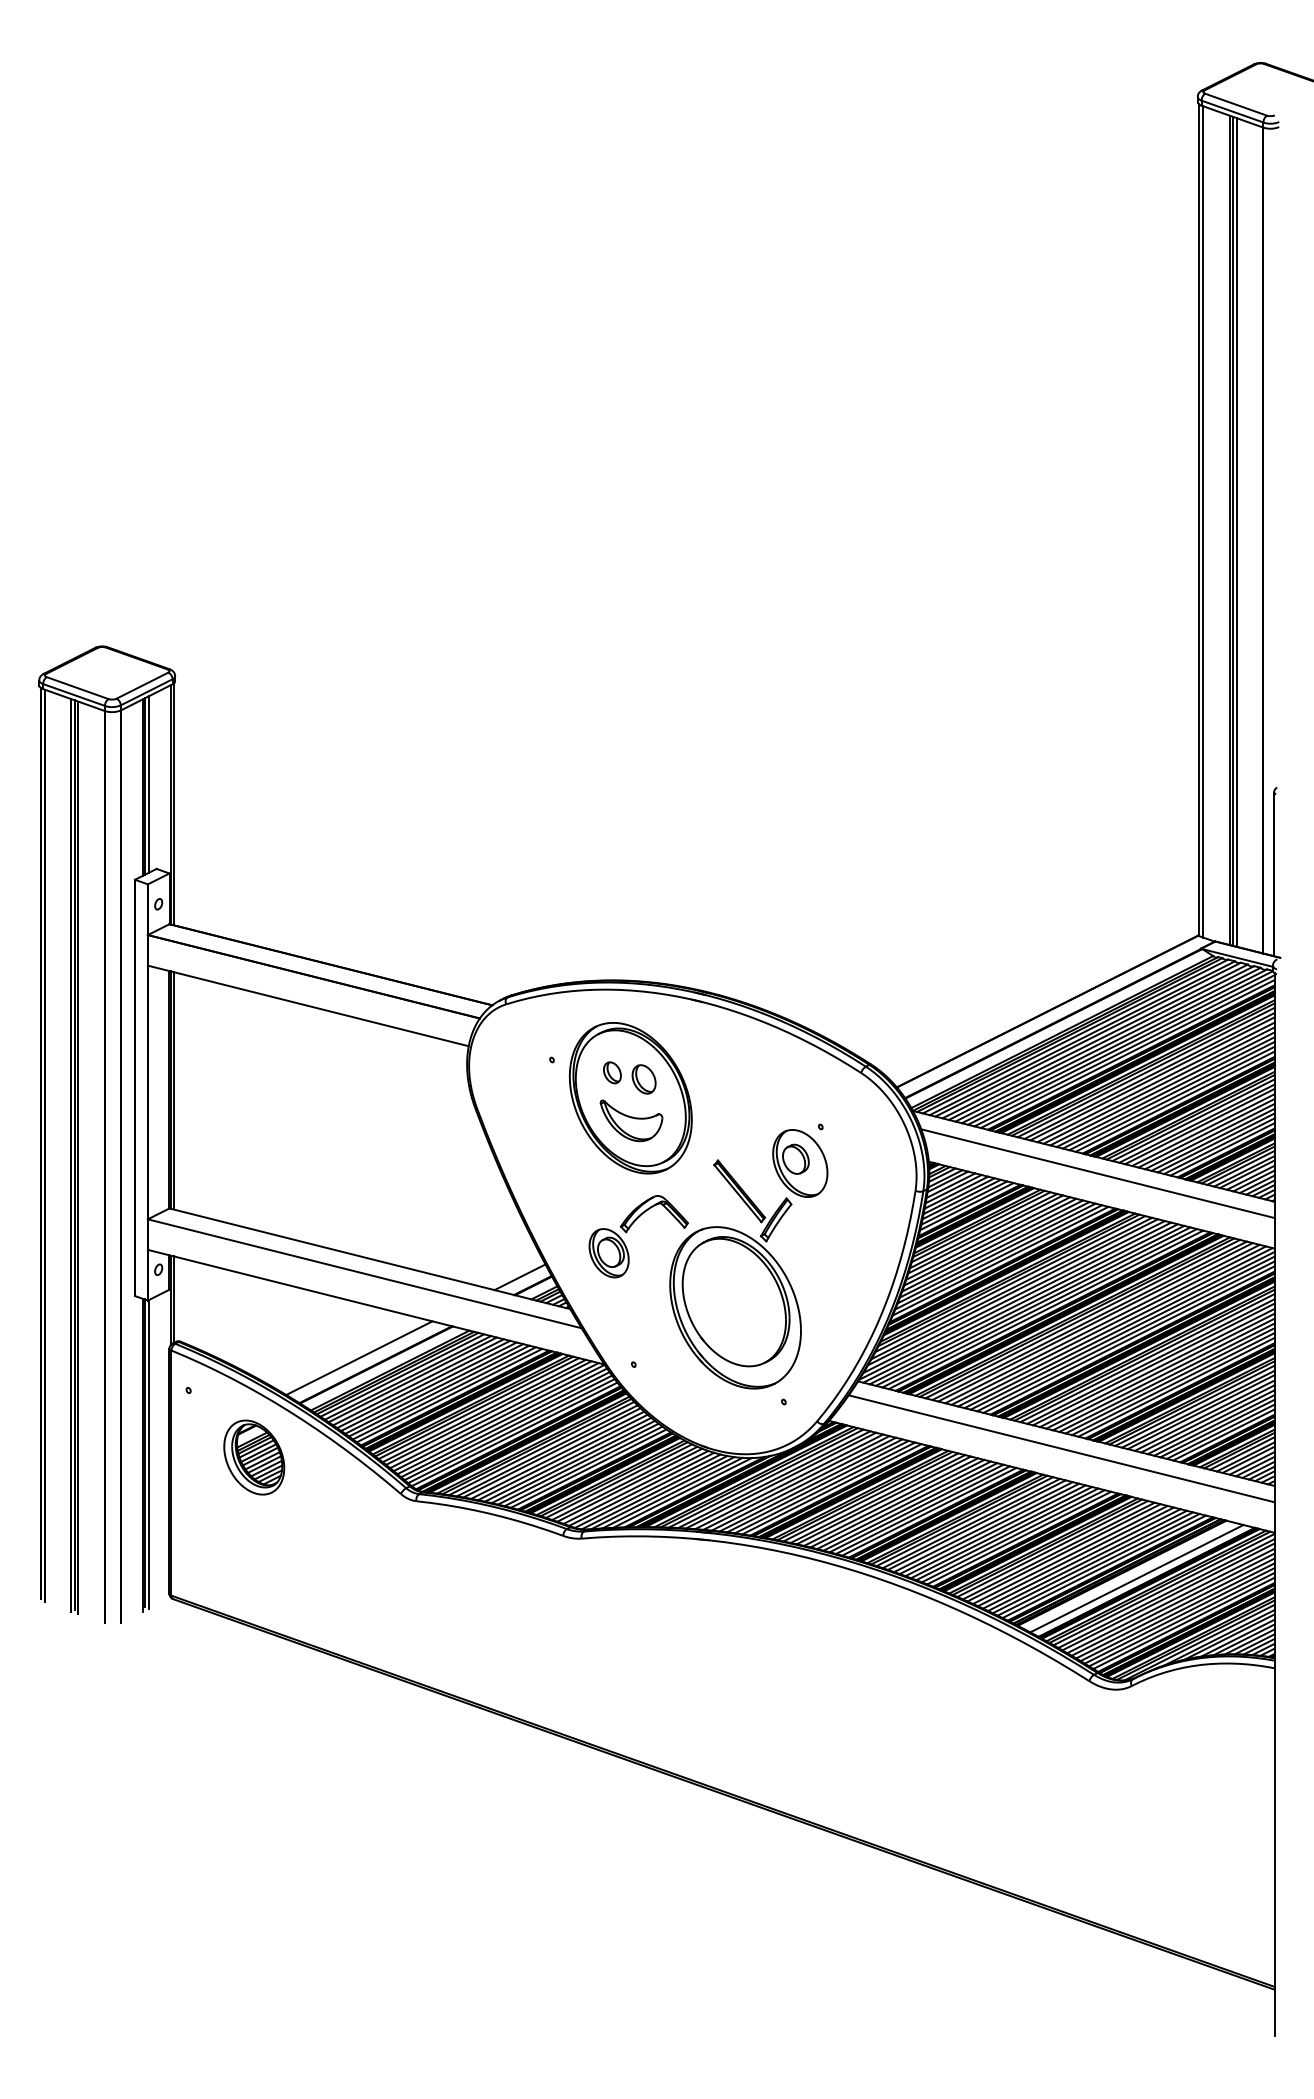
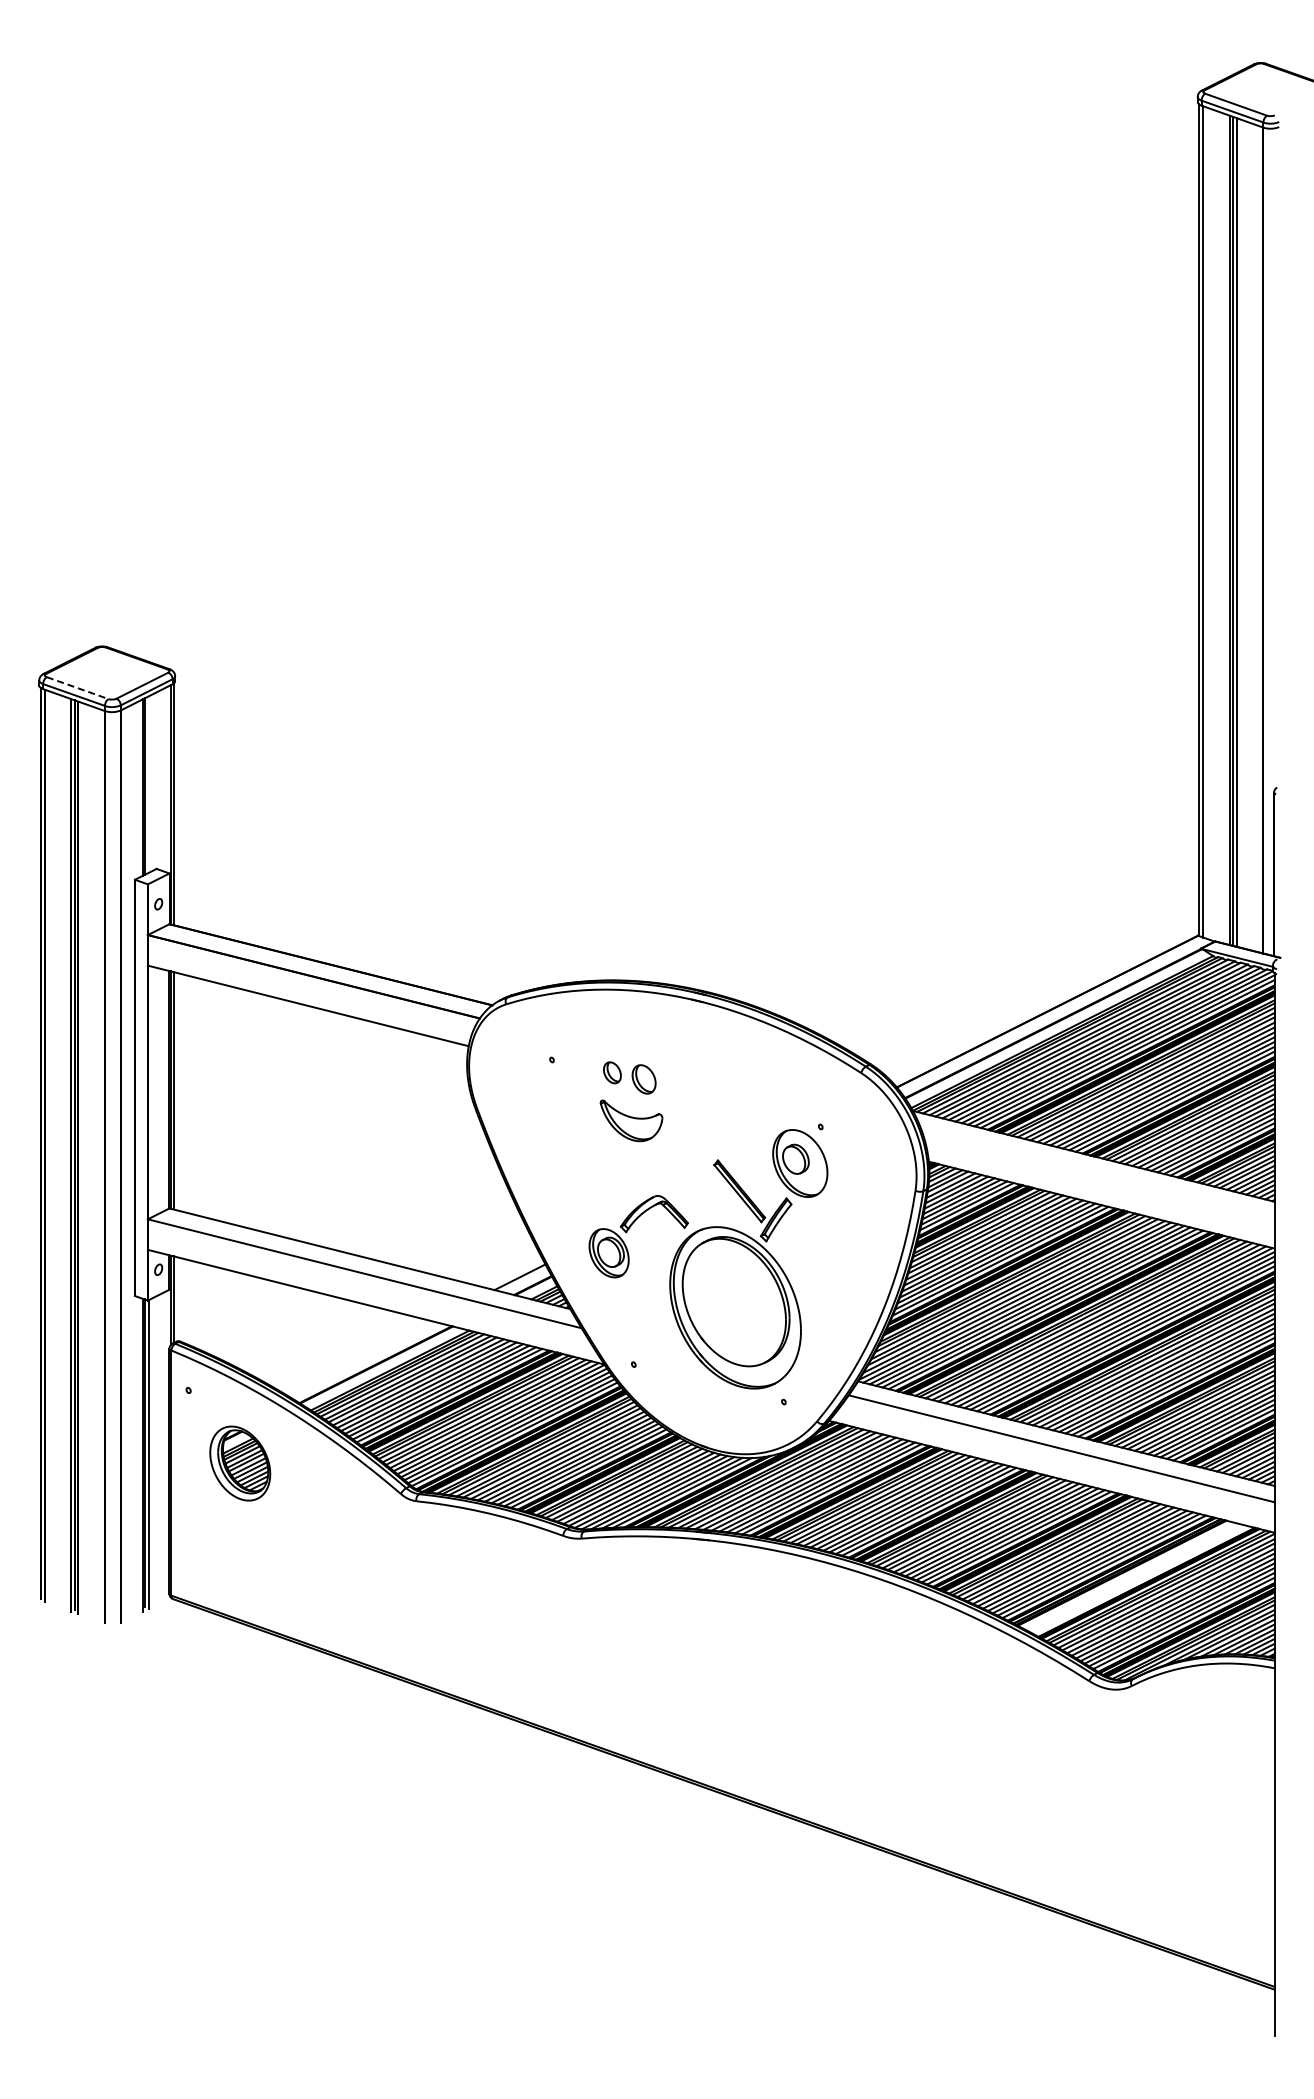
line at (77, 688): solid -> dashed
line at (148, 784): present -> none
part at (630, 1098): present -> none
line at (1097, 1173): present -> none
line at (359, 1358): present -> none
part at (254, 1457) position: (254, 1457) -> (240, 1463)
line at (1136, 1578): present -> none
